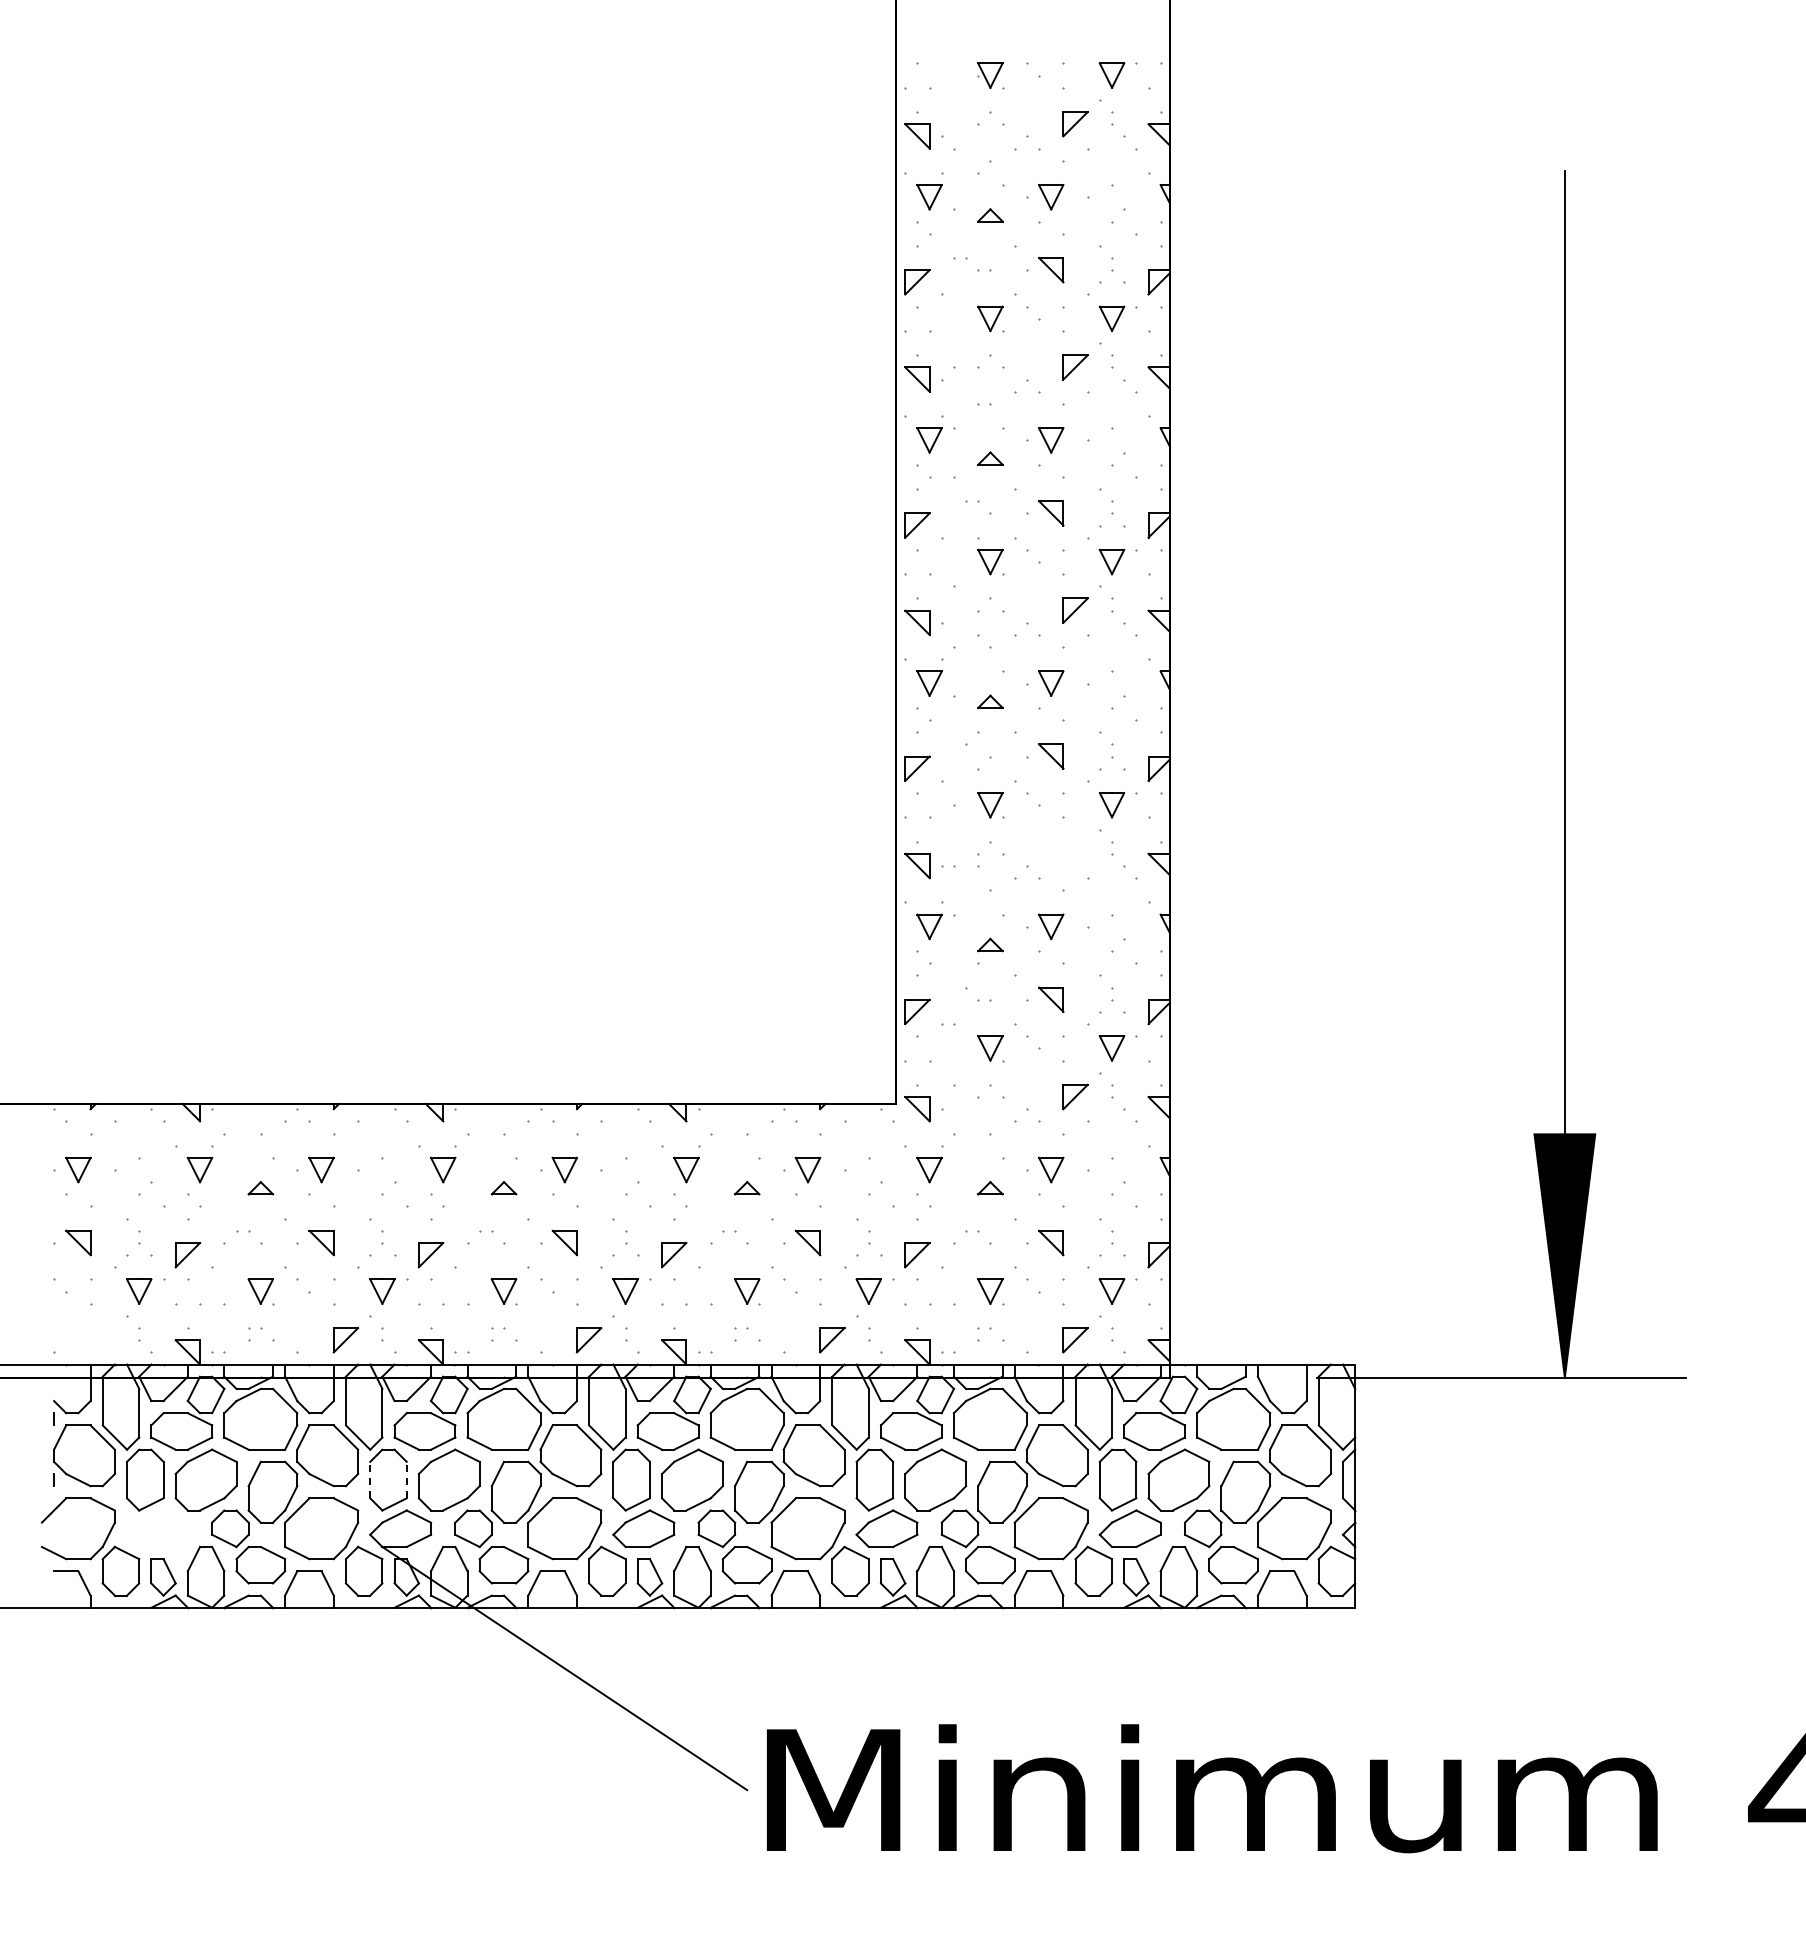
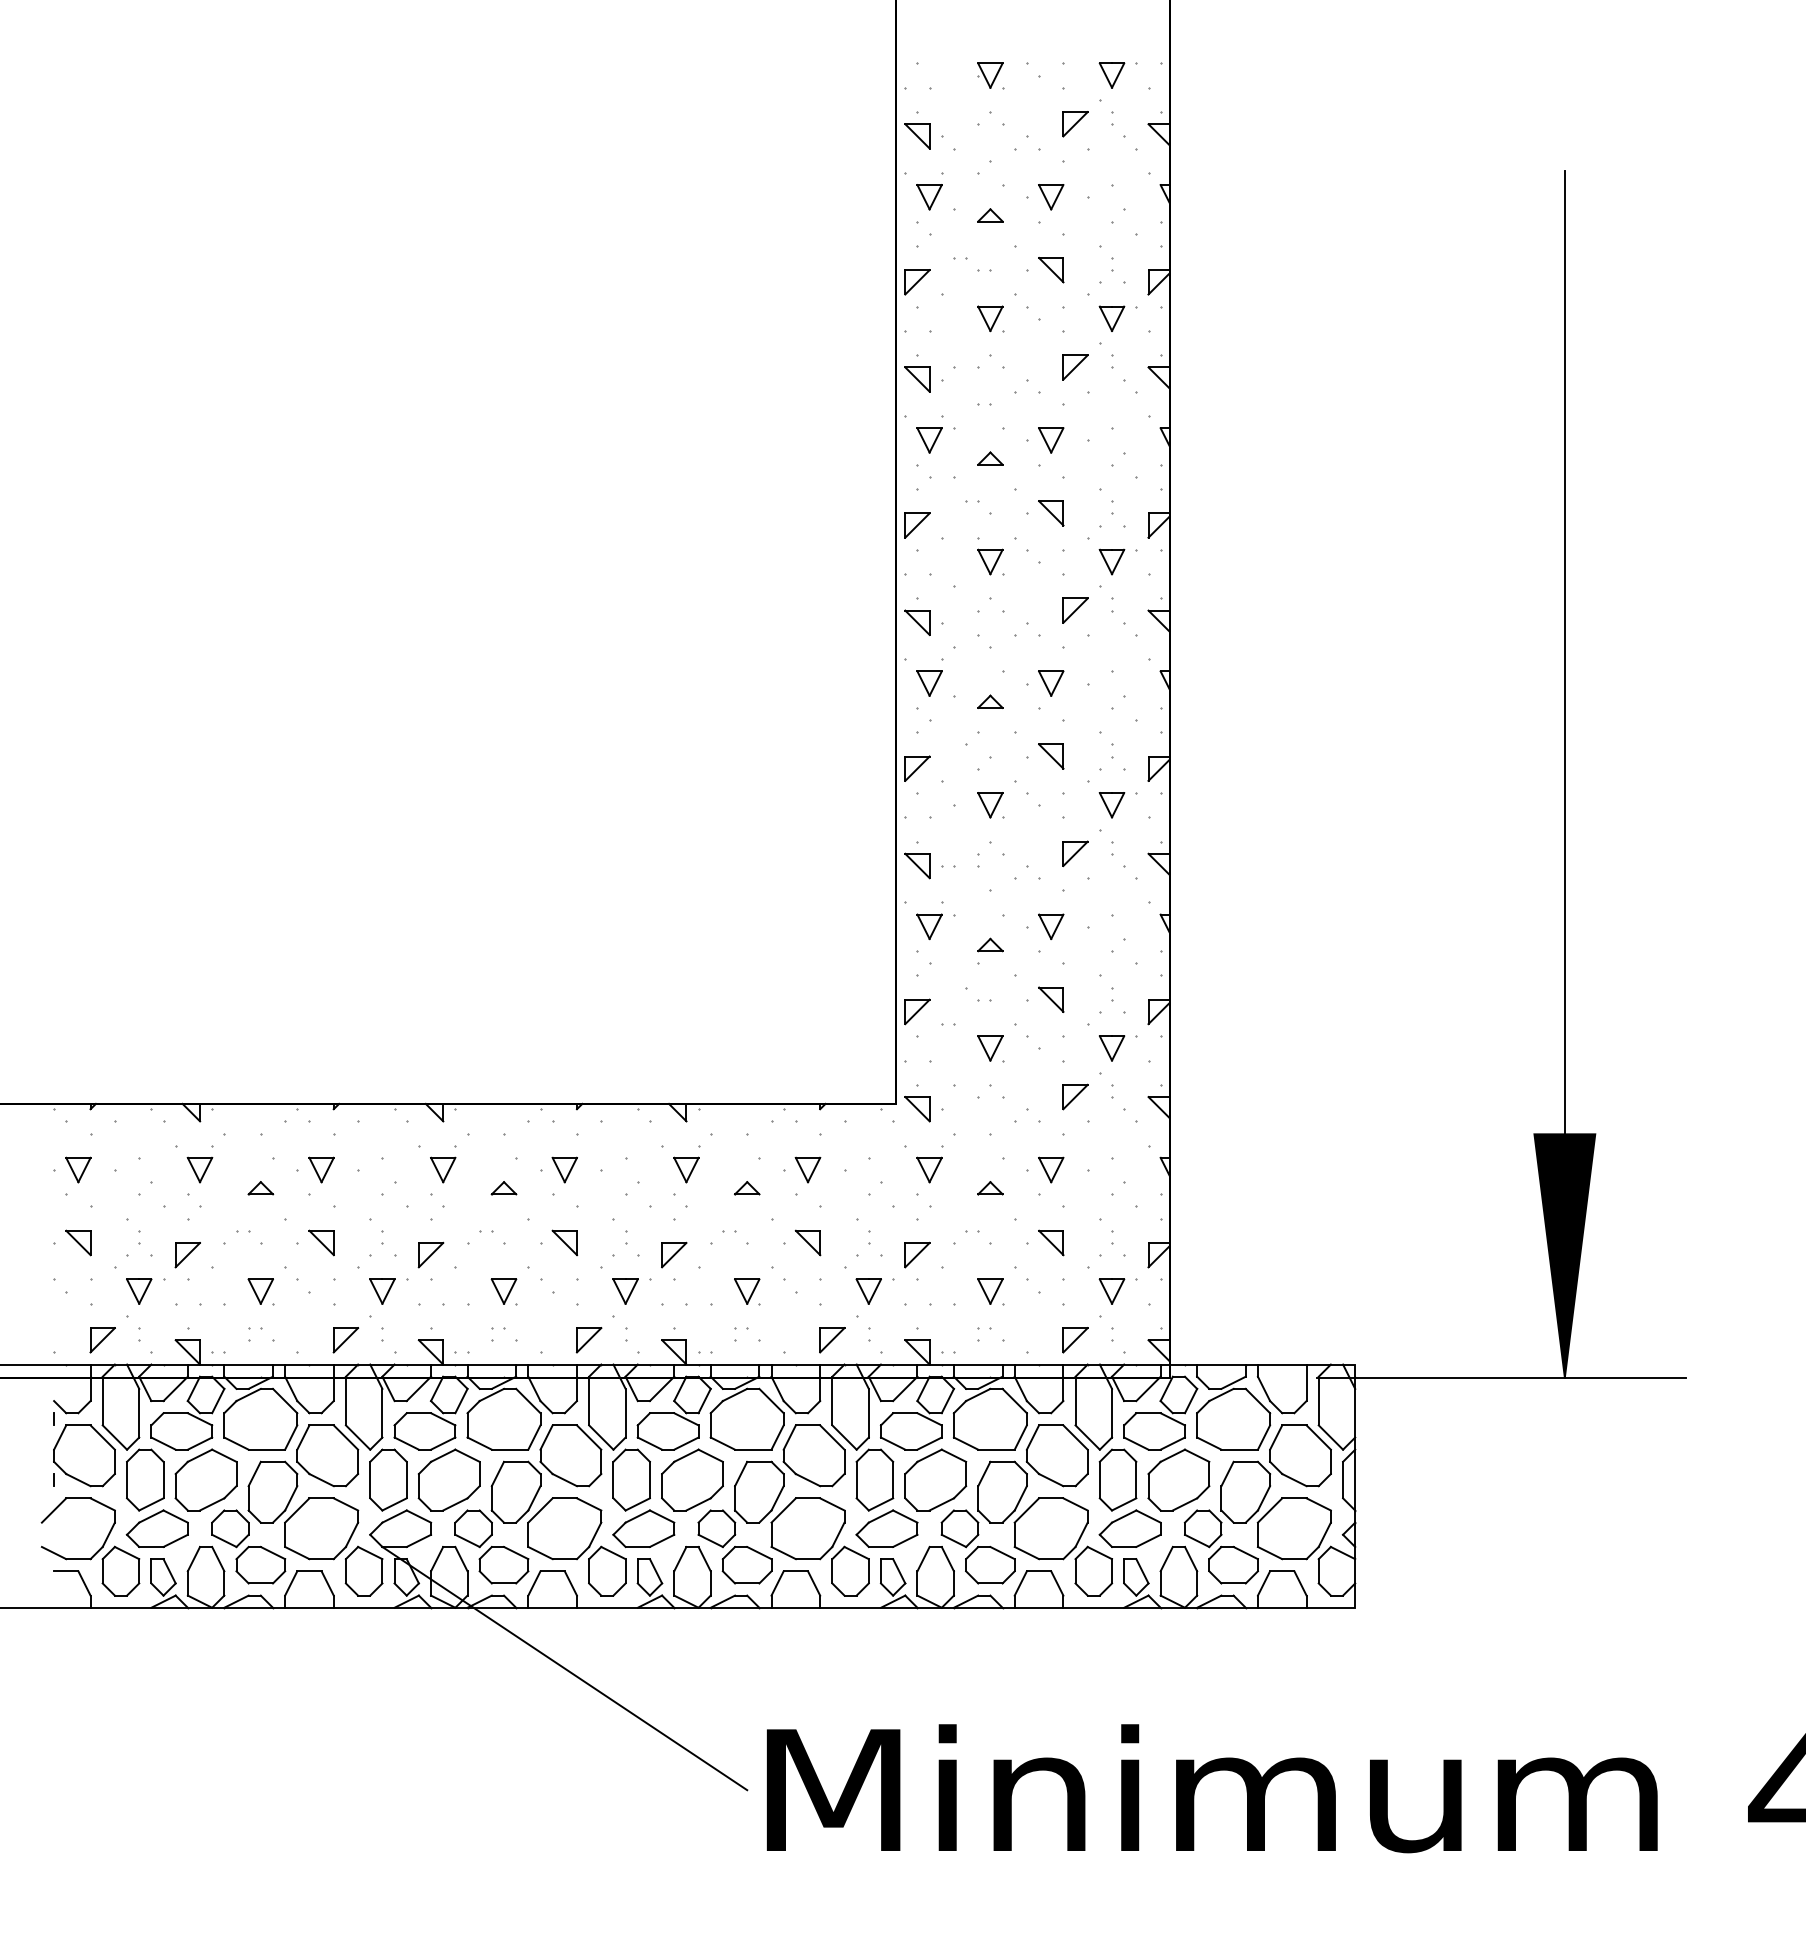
part at (1075, 853): none -> present
part at (102, 1340): none -> present
line at (370, 1479): dashed -> solid
line at (406, 1479): dashed -> solid
part at (156, 1528): none -> present
